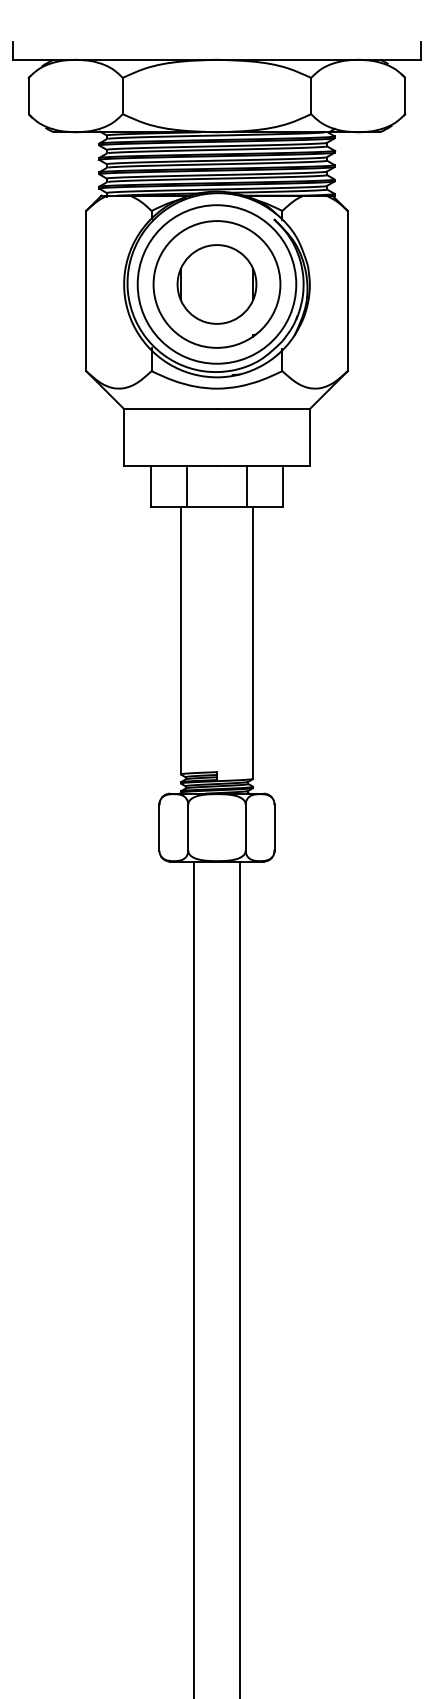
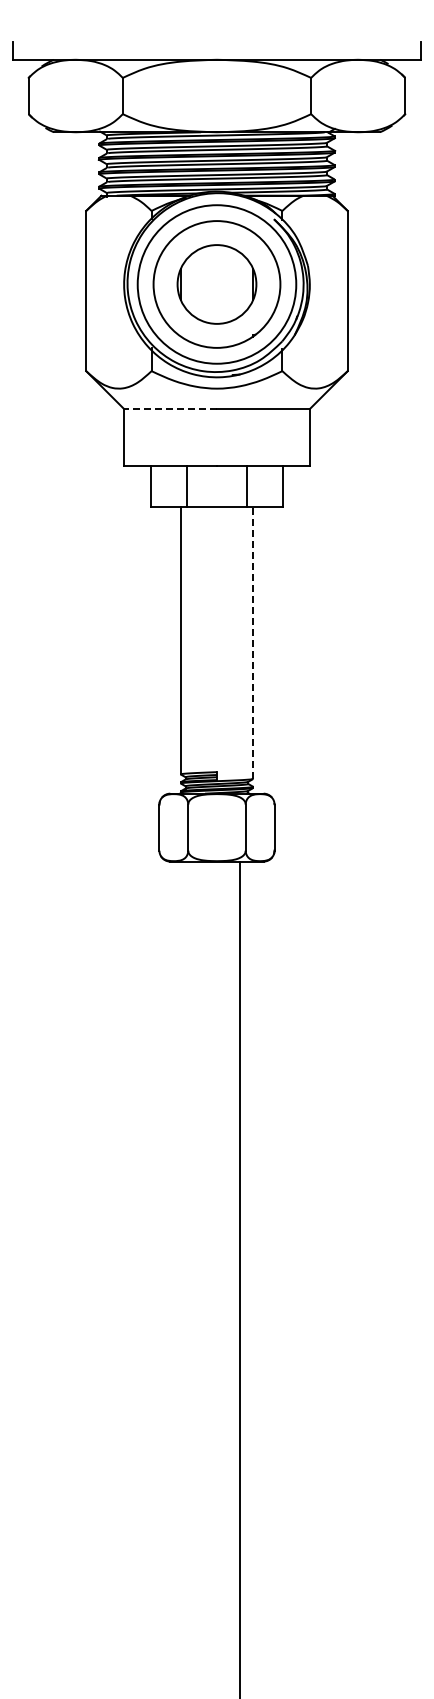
line at (170, 408): solid -> dashed
line at (253, 642): solid -> dashed
line at (194, 1278): present -> none
